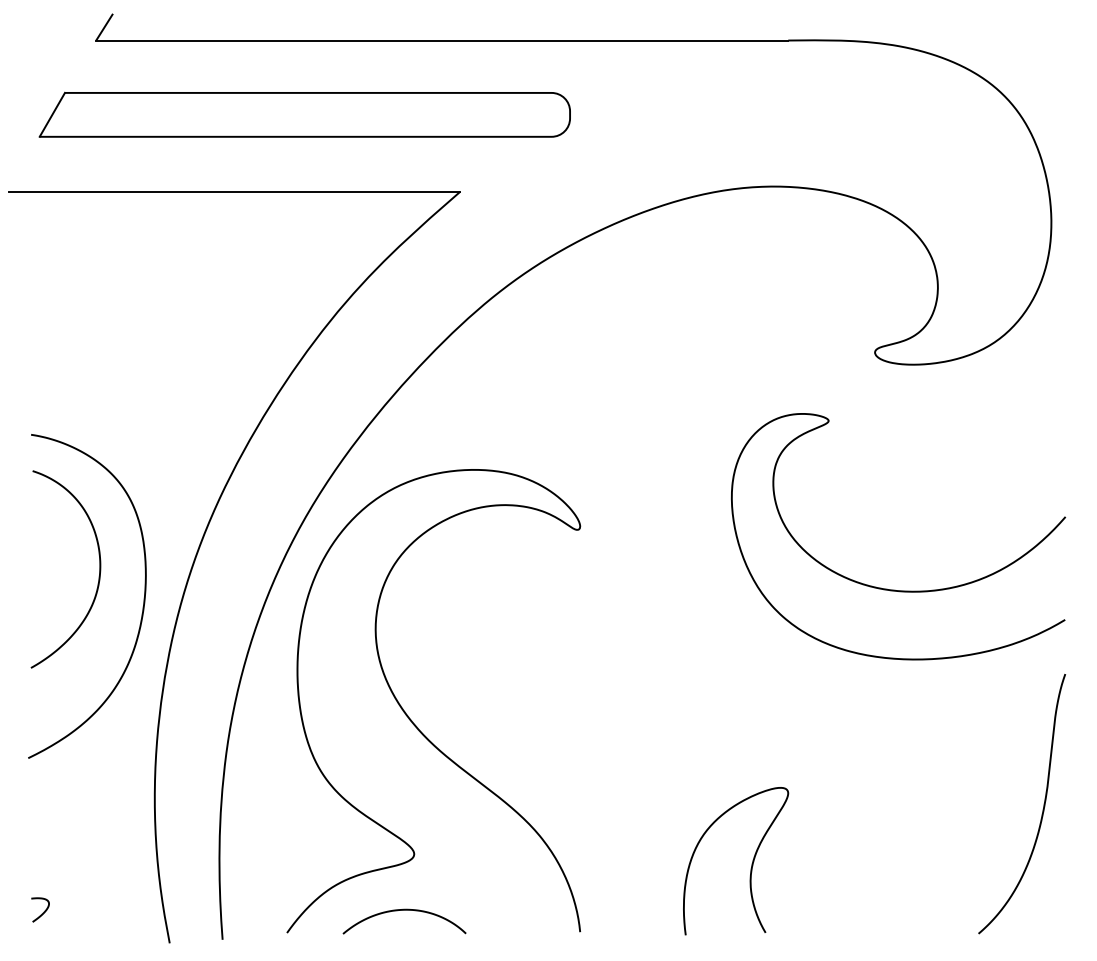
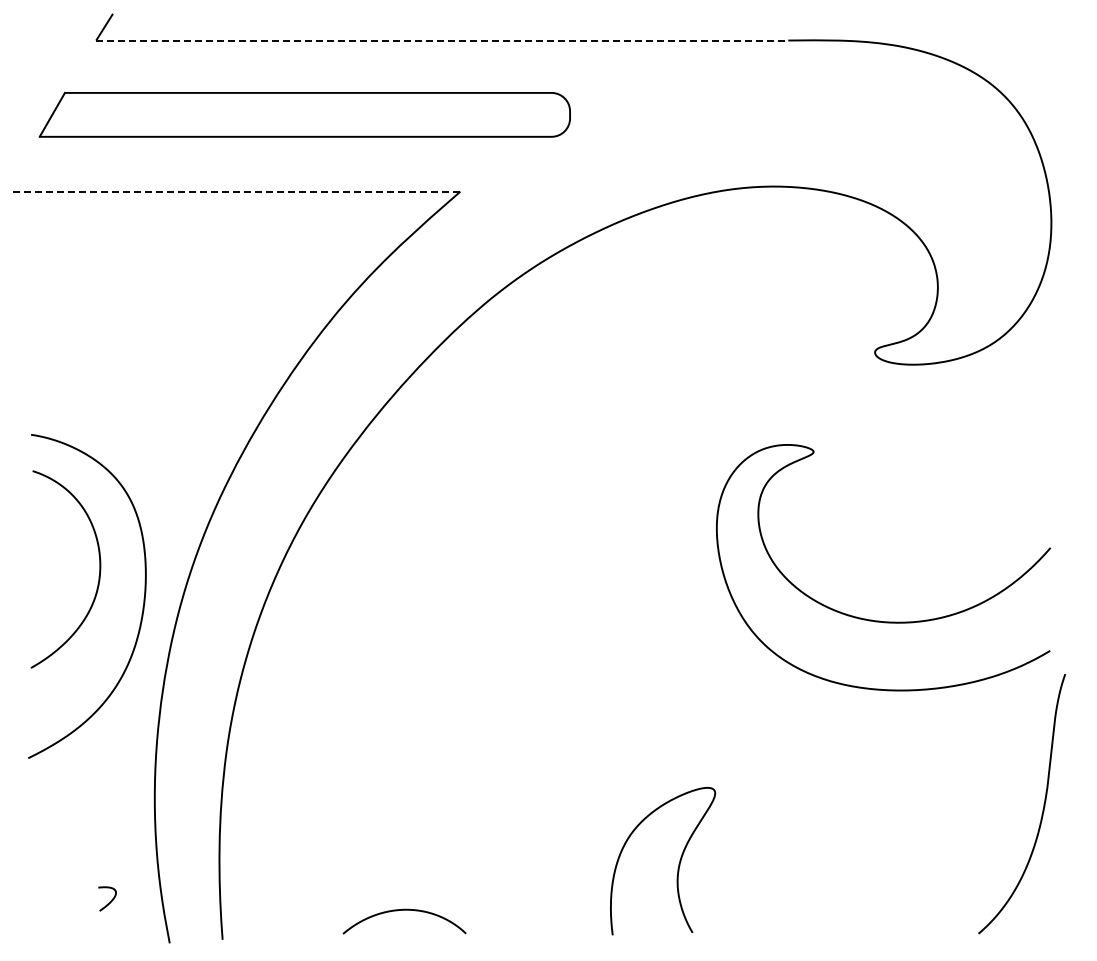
line at (442, 40): solid -> dashed
line at (234, 191): solid -> dashed
curve at (895, 589) position: (895, 589) -> (880, 620)
curve at (412, 720): present -> none
curve at (751, 863) position: (751, 863) -> (678, 863)
curve at (43, 911) position: (43, 911) -> (110, 900)
